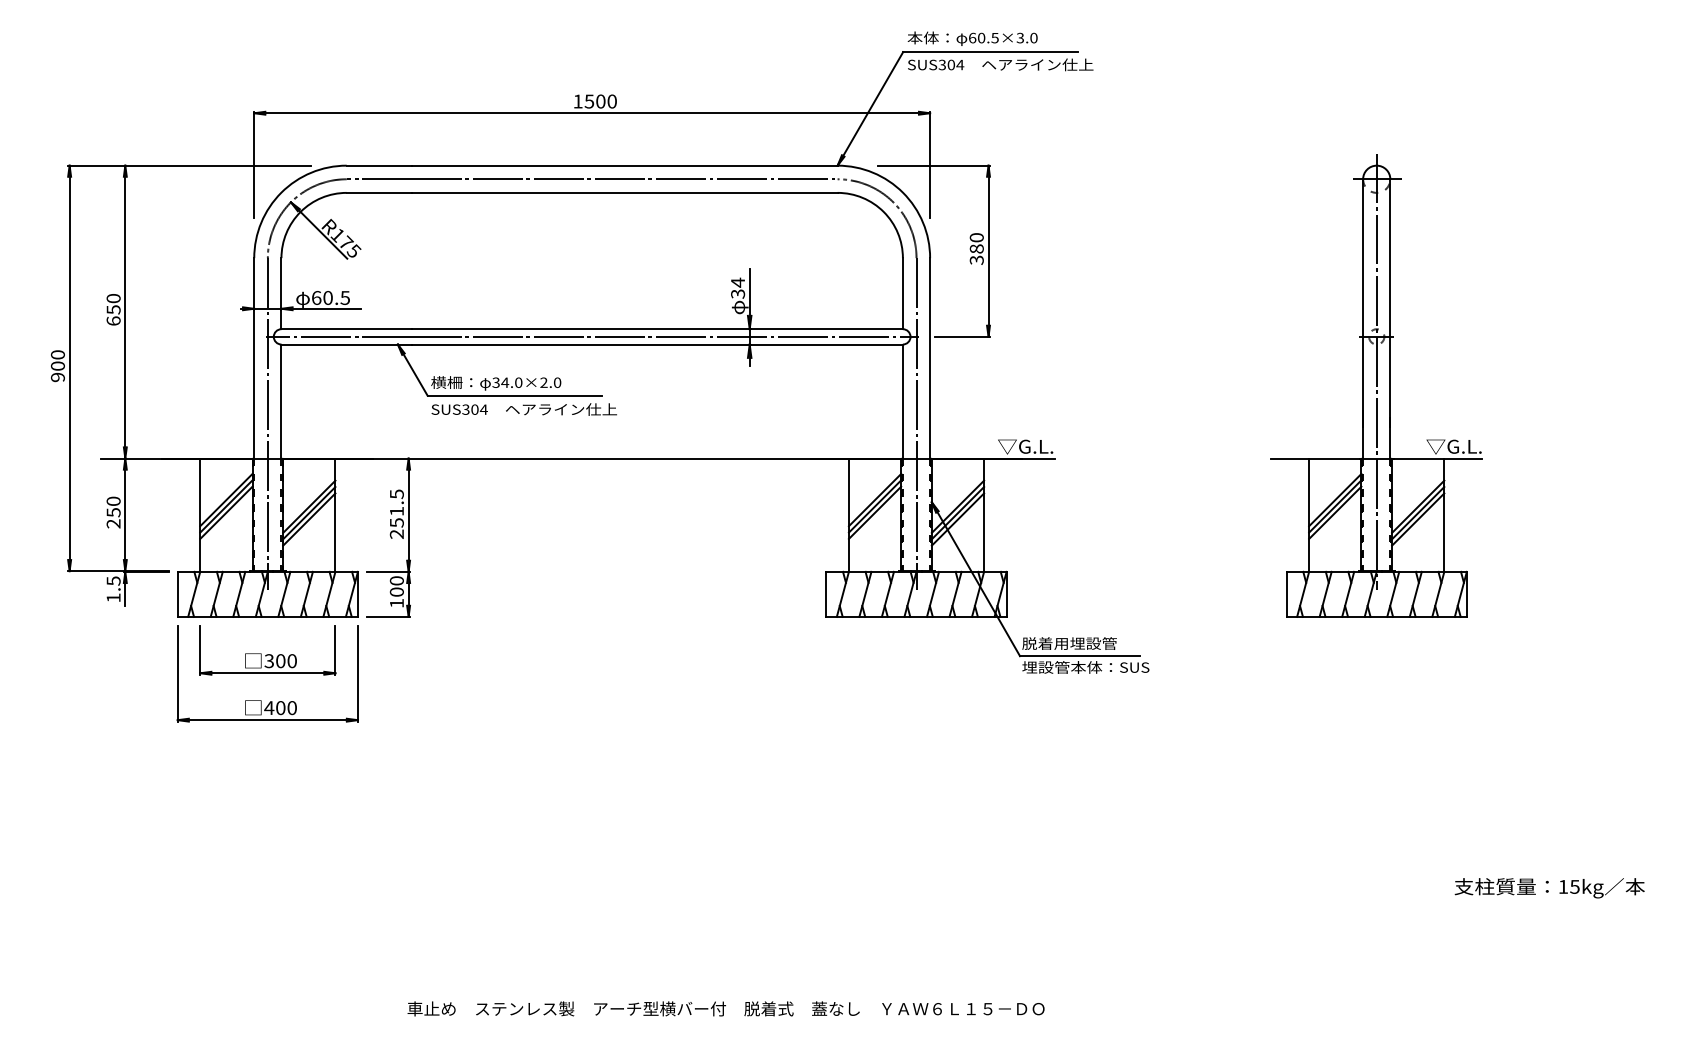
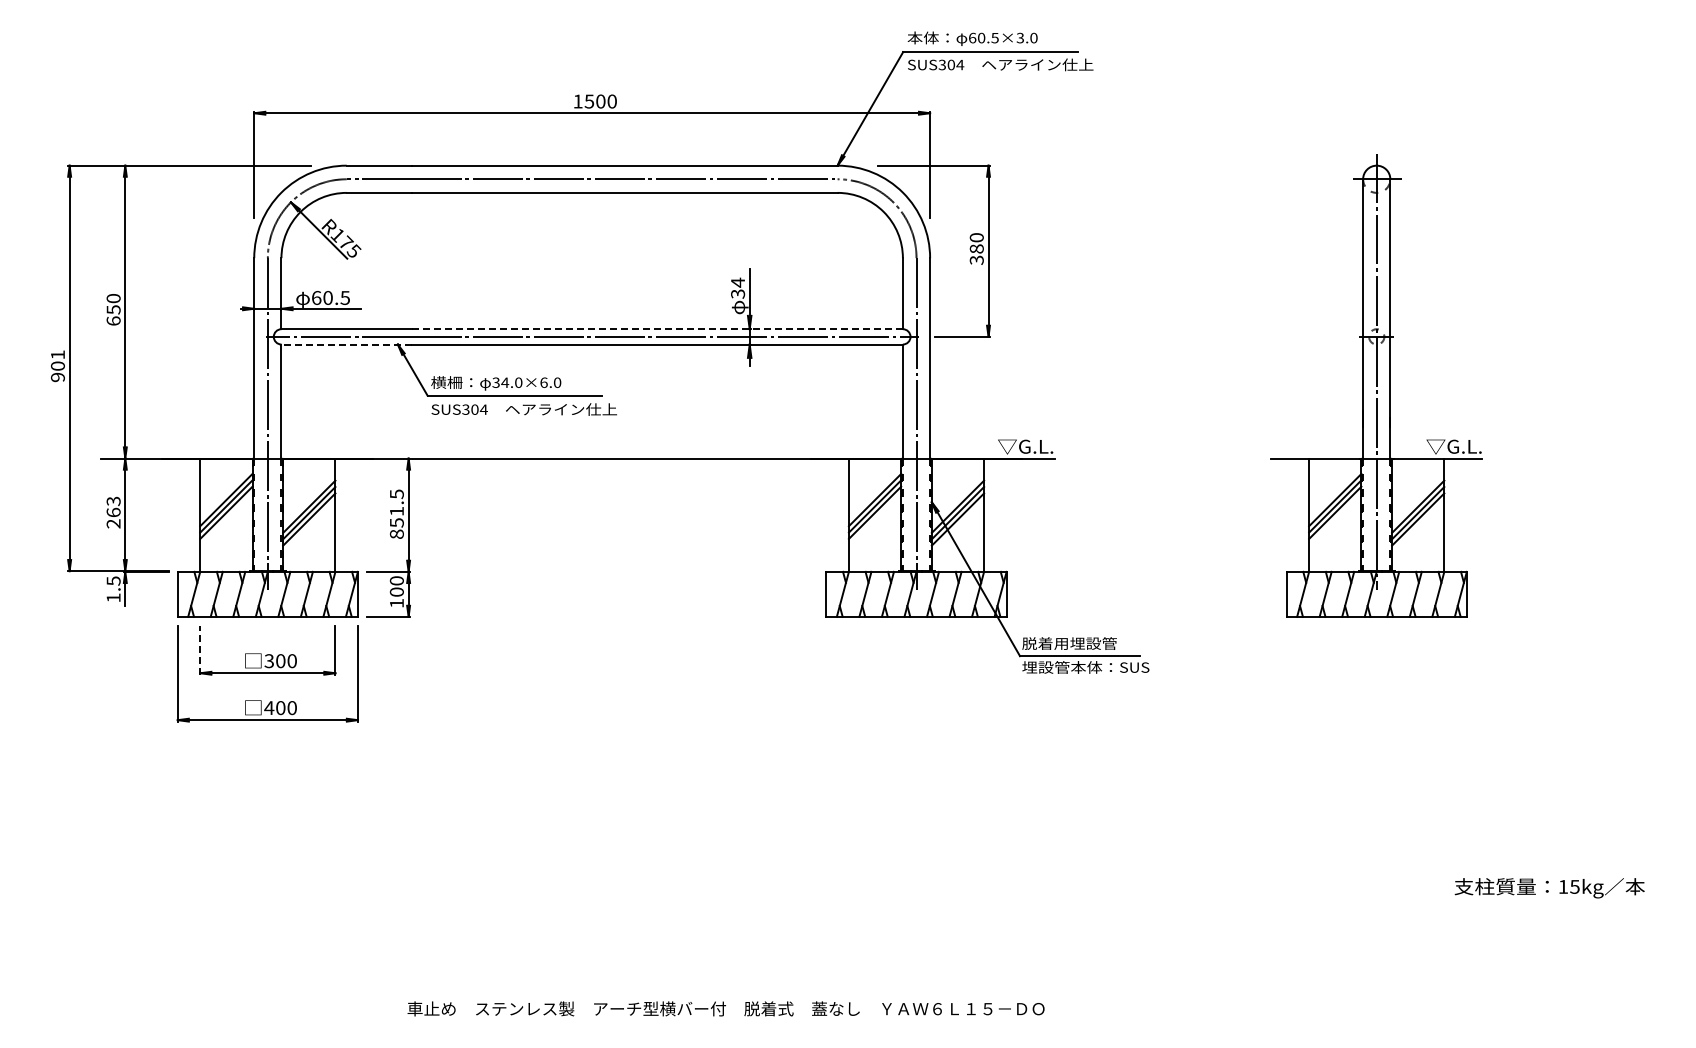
line at (657, 329): solid -> dashed
line at (346, 344): solid -> dashed
text at (57, 354): 900 -> 901
text at (543, 382): 34.0×2.0 -> 34.0×6.0
text at (113, 506): 250 -> 263
text at (396, 533): 251.5 -> 851.5
line at (200, 649): solid -> dashed
